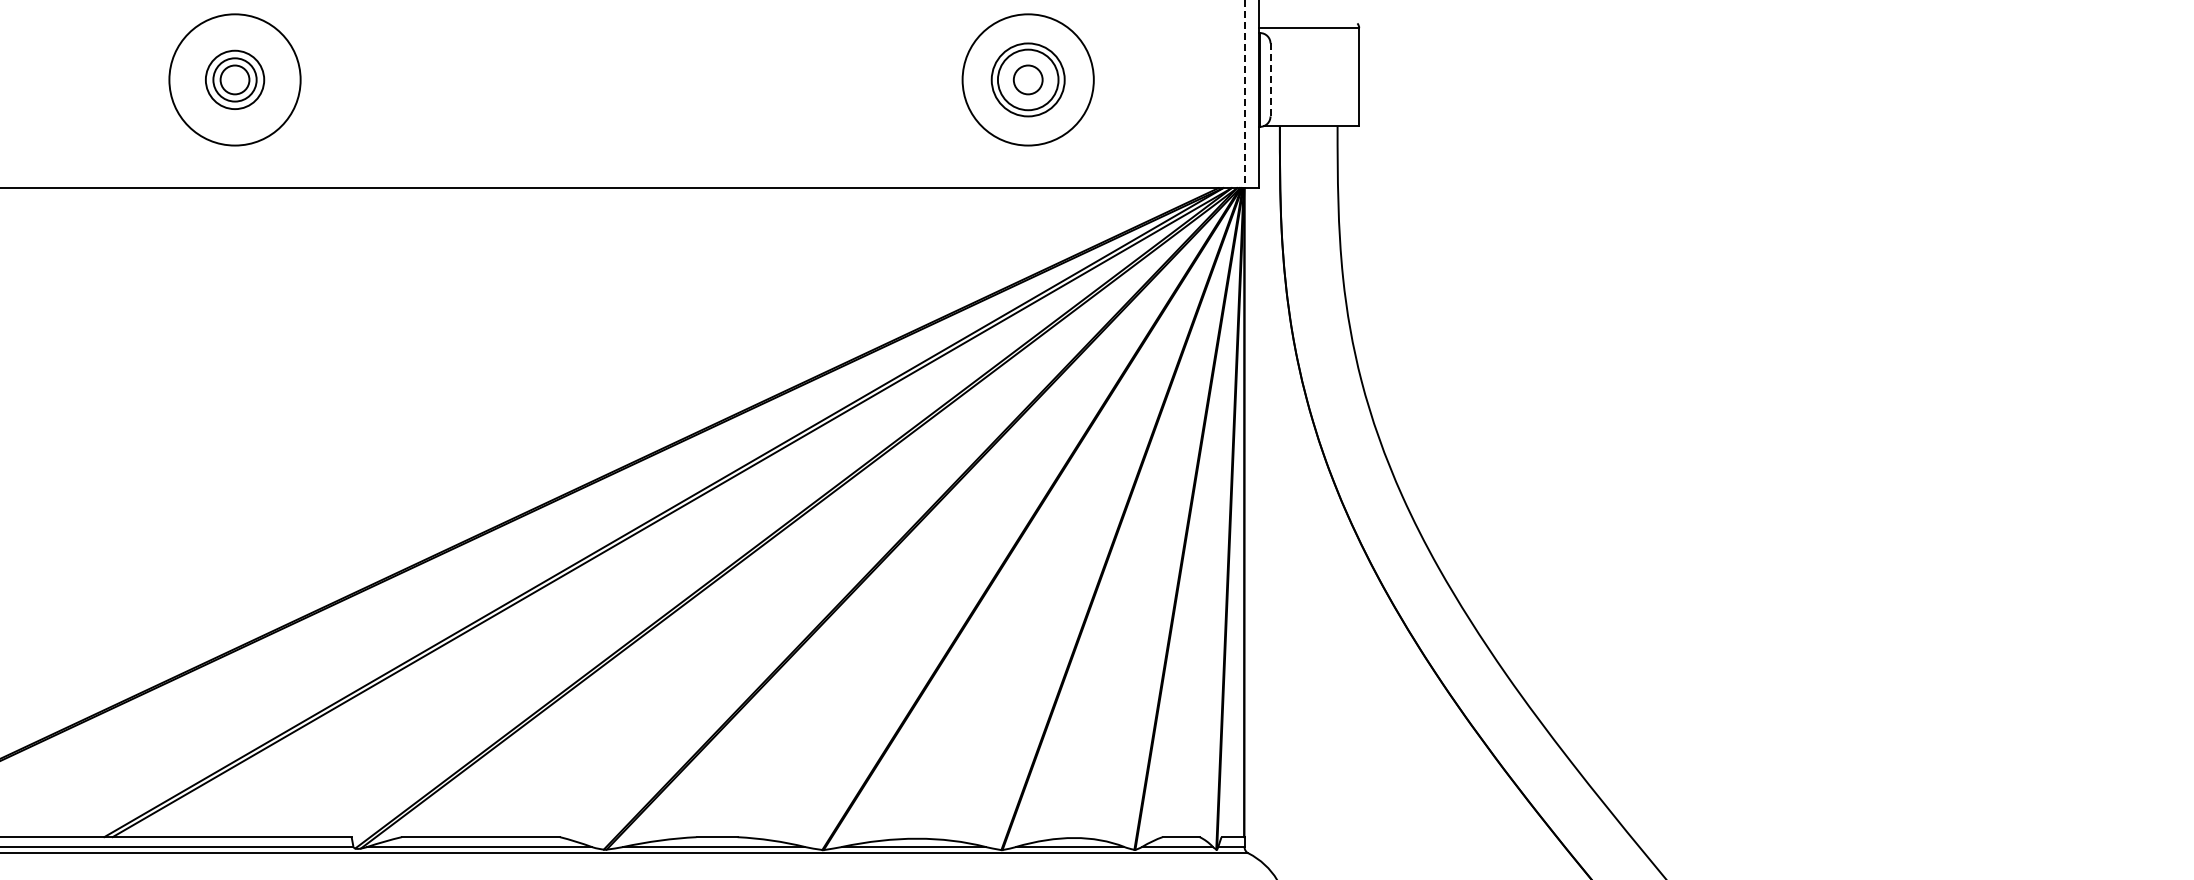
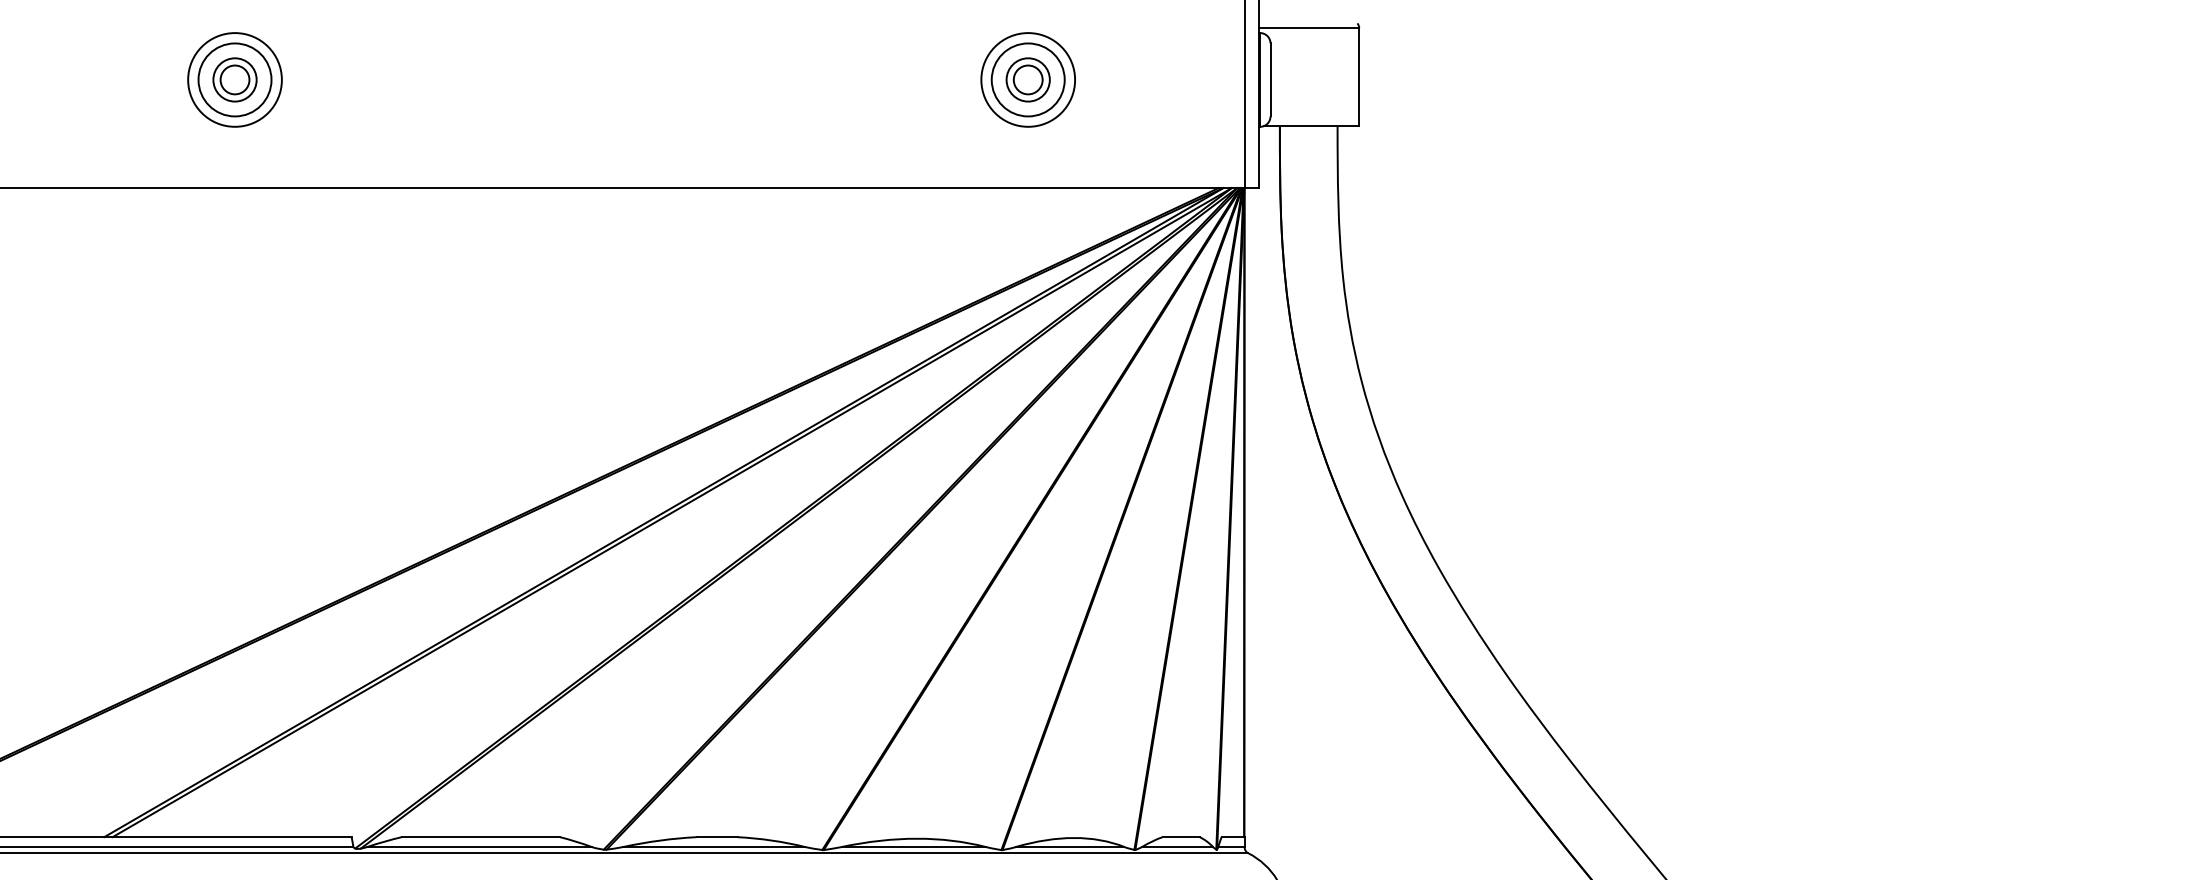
circle at (234, 79) diameter: 131 px -> 94 px
circle at (234, 79) diameter: 58 px -> 73 px
circle at (1027, 79) diameter: 131 px -> 94 px
circle at (1027, 79) diameter: 61 px -> 43 px
line at (1270, 80): dashed -> solid
line at (1244, 94): dashed -> solid
